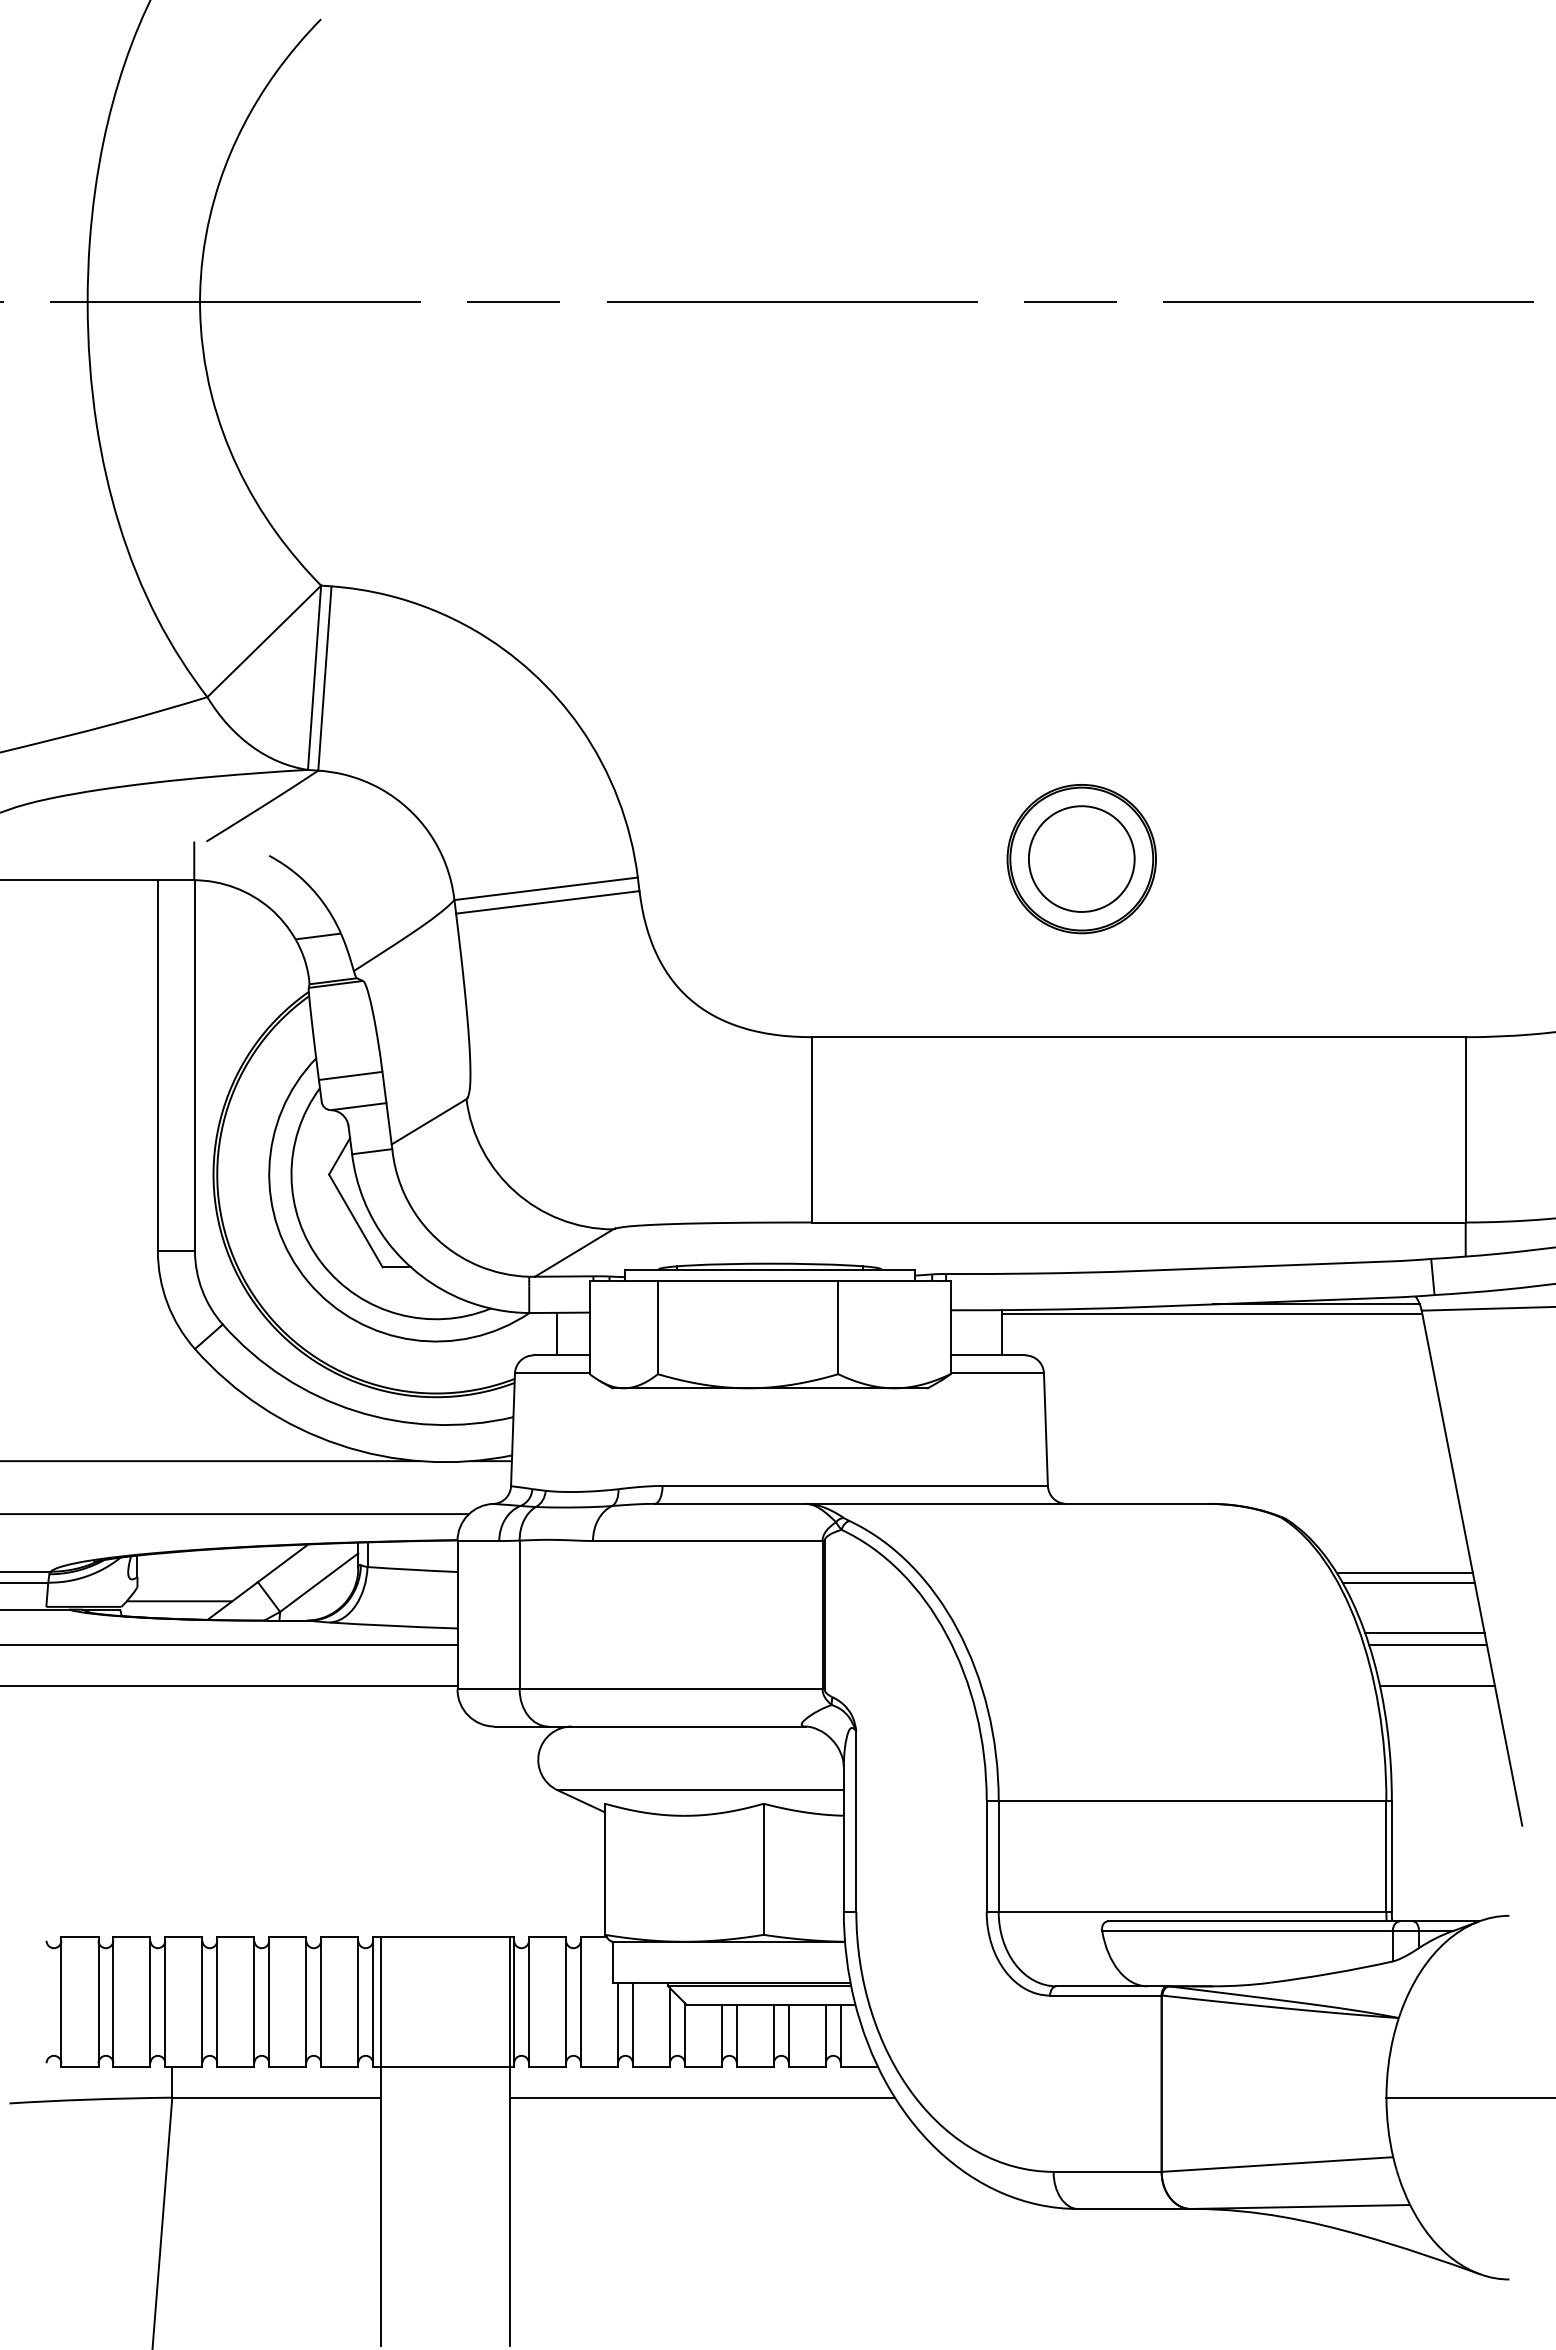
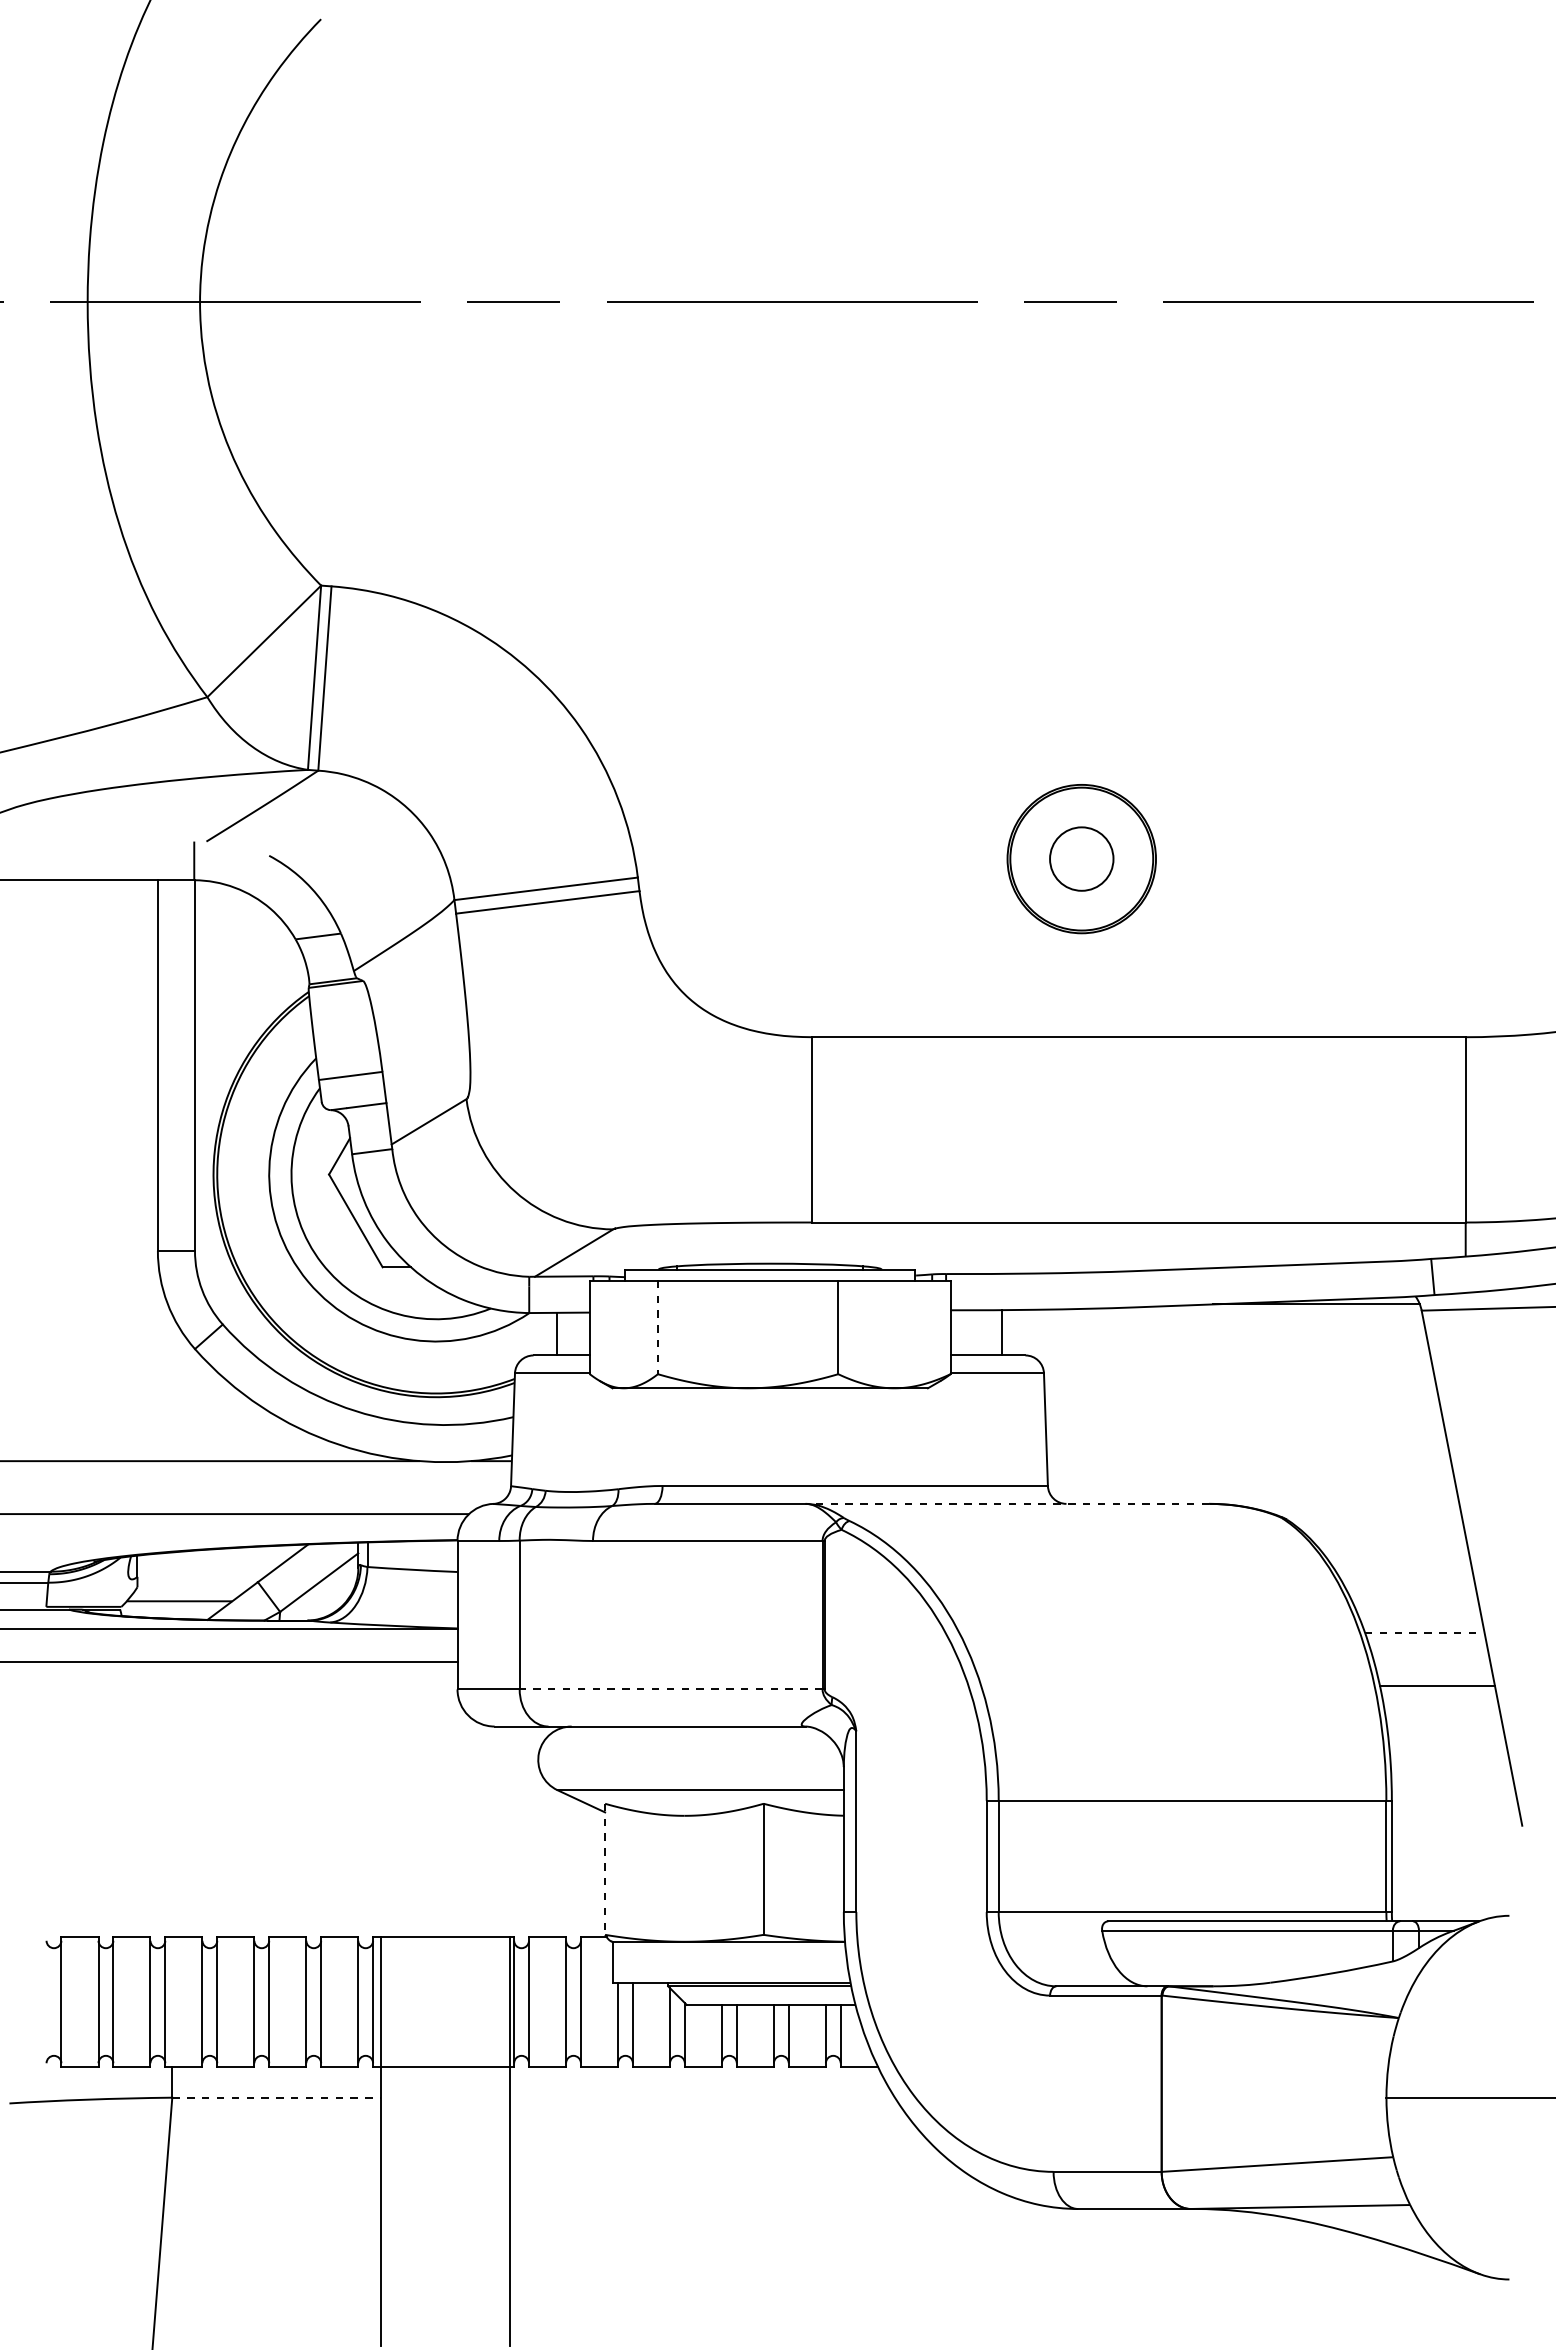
circle at (1081, 858) diameter: 106 px -> 63 px
line at (1212, 1313): present -> none
line at (657, 1327): solid -> dashed
line at (1007, 1503): solid -> dashed
line at (1405, 1573): present -> none
line at (1408, 1582): present -> none
line at (1424, 1632): solid -> dashed
line at (229, 1645) position: (229, 1645) -> (229, 1629)
line at (1427, 1645): present -> none
line at (229, 1685) position: (229, 1685) -> (229, 1661)
line at (670, 1689): solid -> dashed
line at (605, 1869): solid -> dashed
line at (276, 2097): solid -> dashed
line at (702, 2097): present -> none
